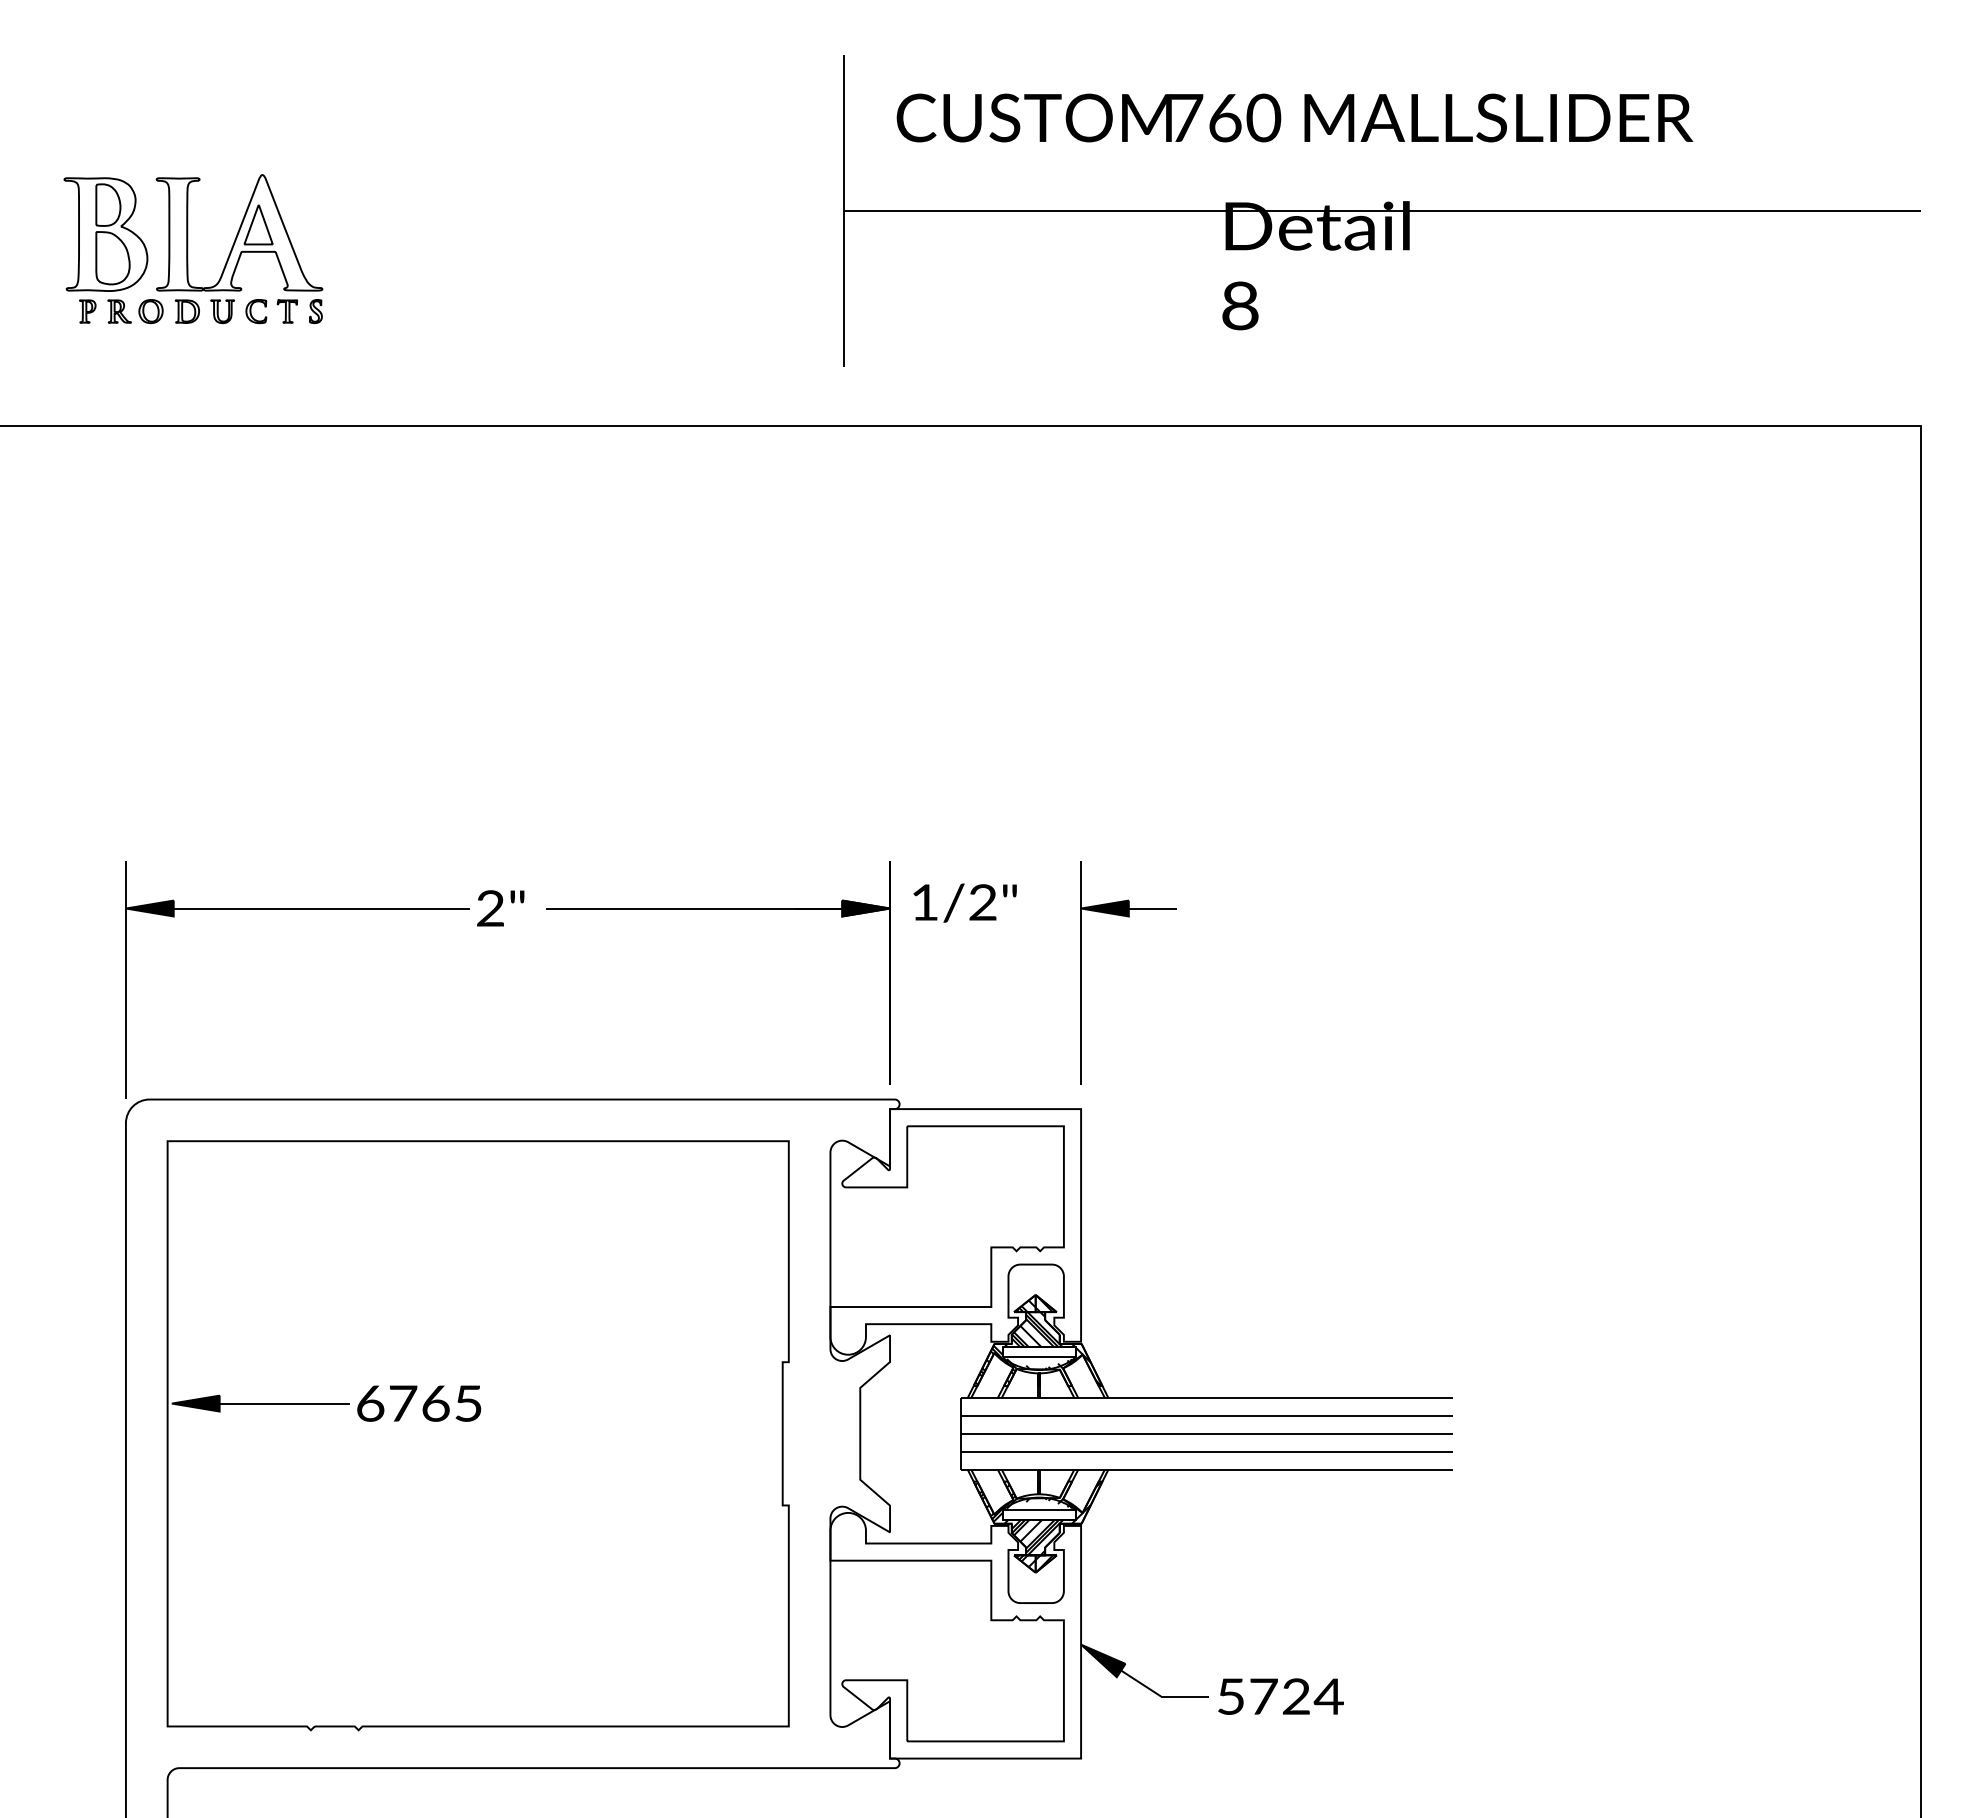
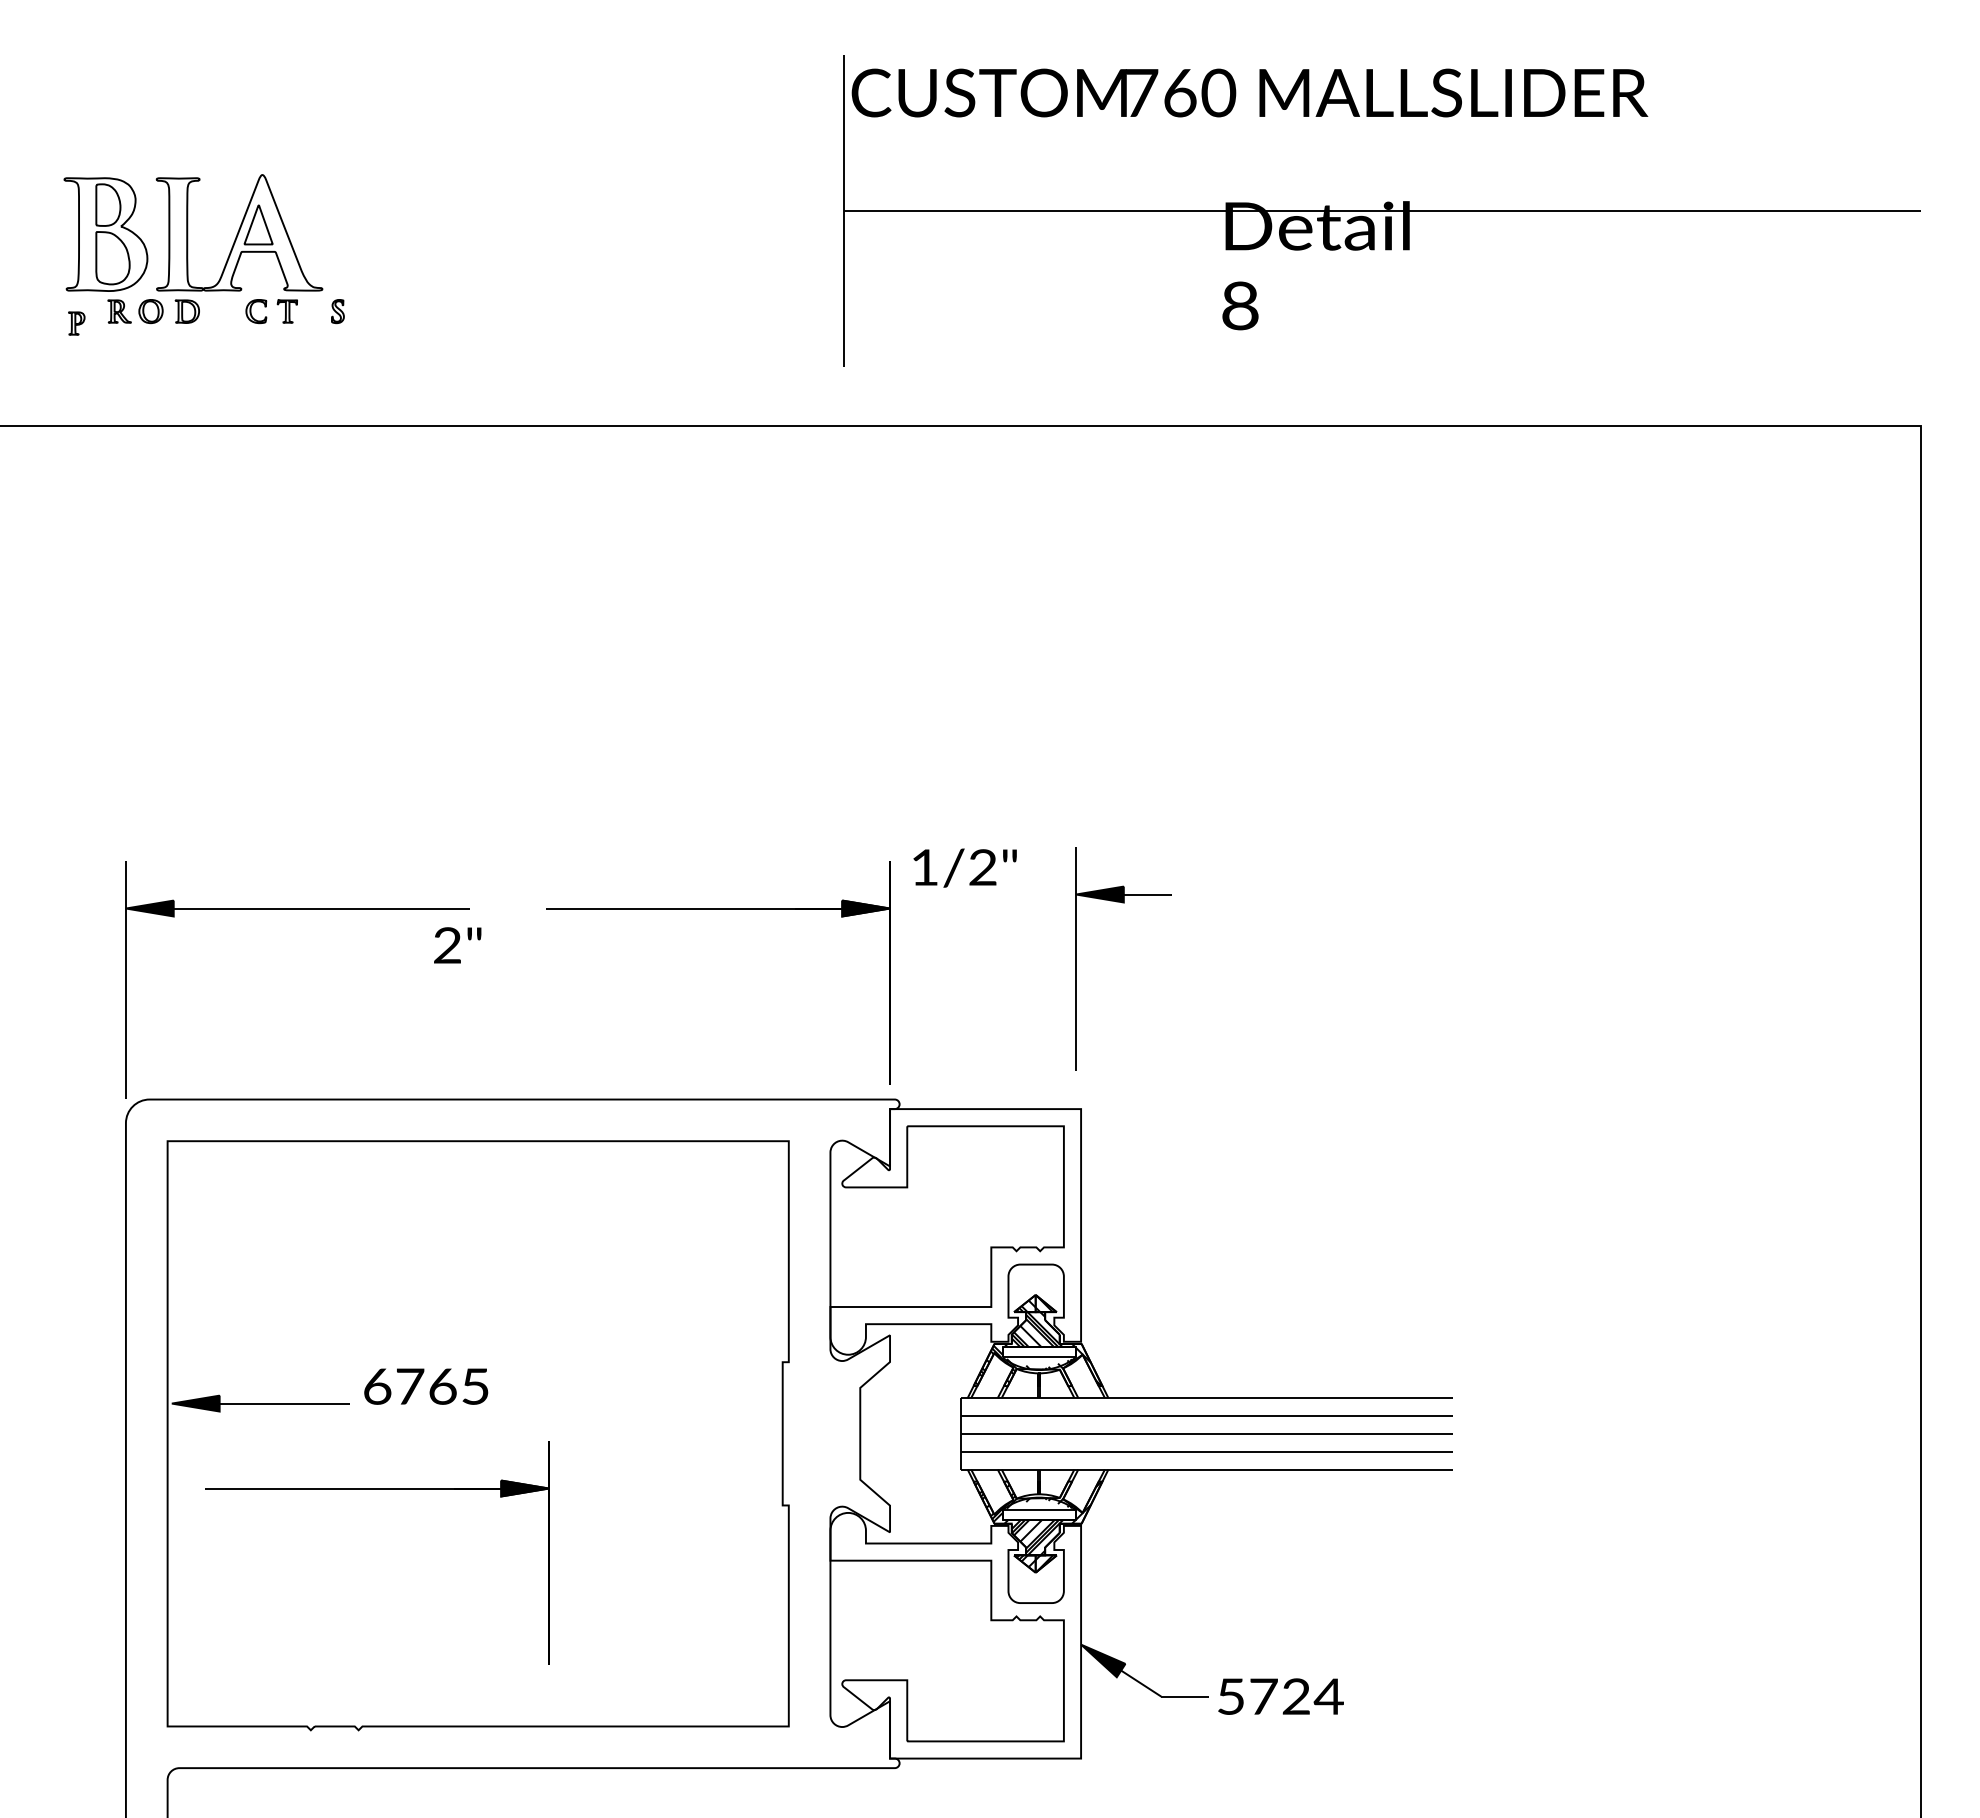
text at (1294, 117) position: (1294, 117) -> (1249, 92)
part at (87, 311) position: (87, 311) -> (76, 323)
part at (222, 311): present -> none
part at (315, 311) position: (315, 311) -> (337, 311)
text at (964, 902) position: (964, 902) -> (964, 867)
text at (500, 908) position: (500, 908) -> (457, 945)
part at (1081, 972) position: (1081, 972) -> (1076, 958)
text at (419, 1403) position: (419, 1403) -> (426, 1386)
part at (377, 1489): none -> present
